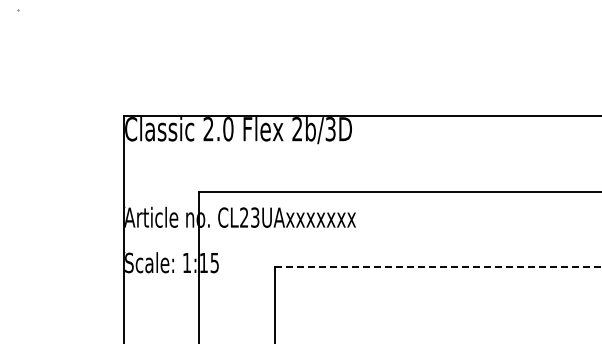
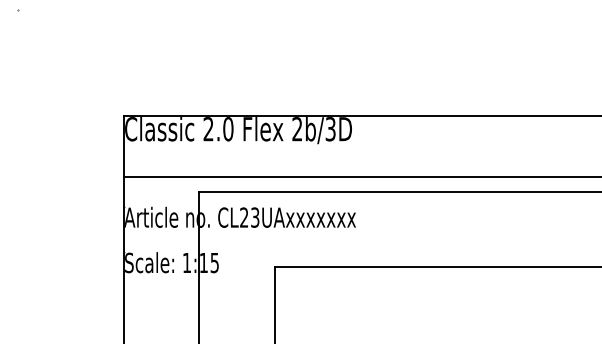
line at (360, 176): none -> present
line at (438, 267): dashed -> solid
